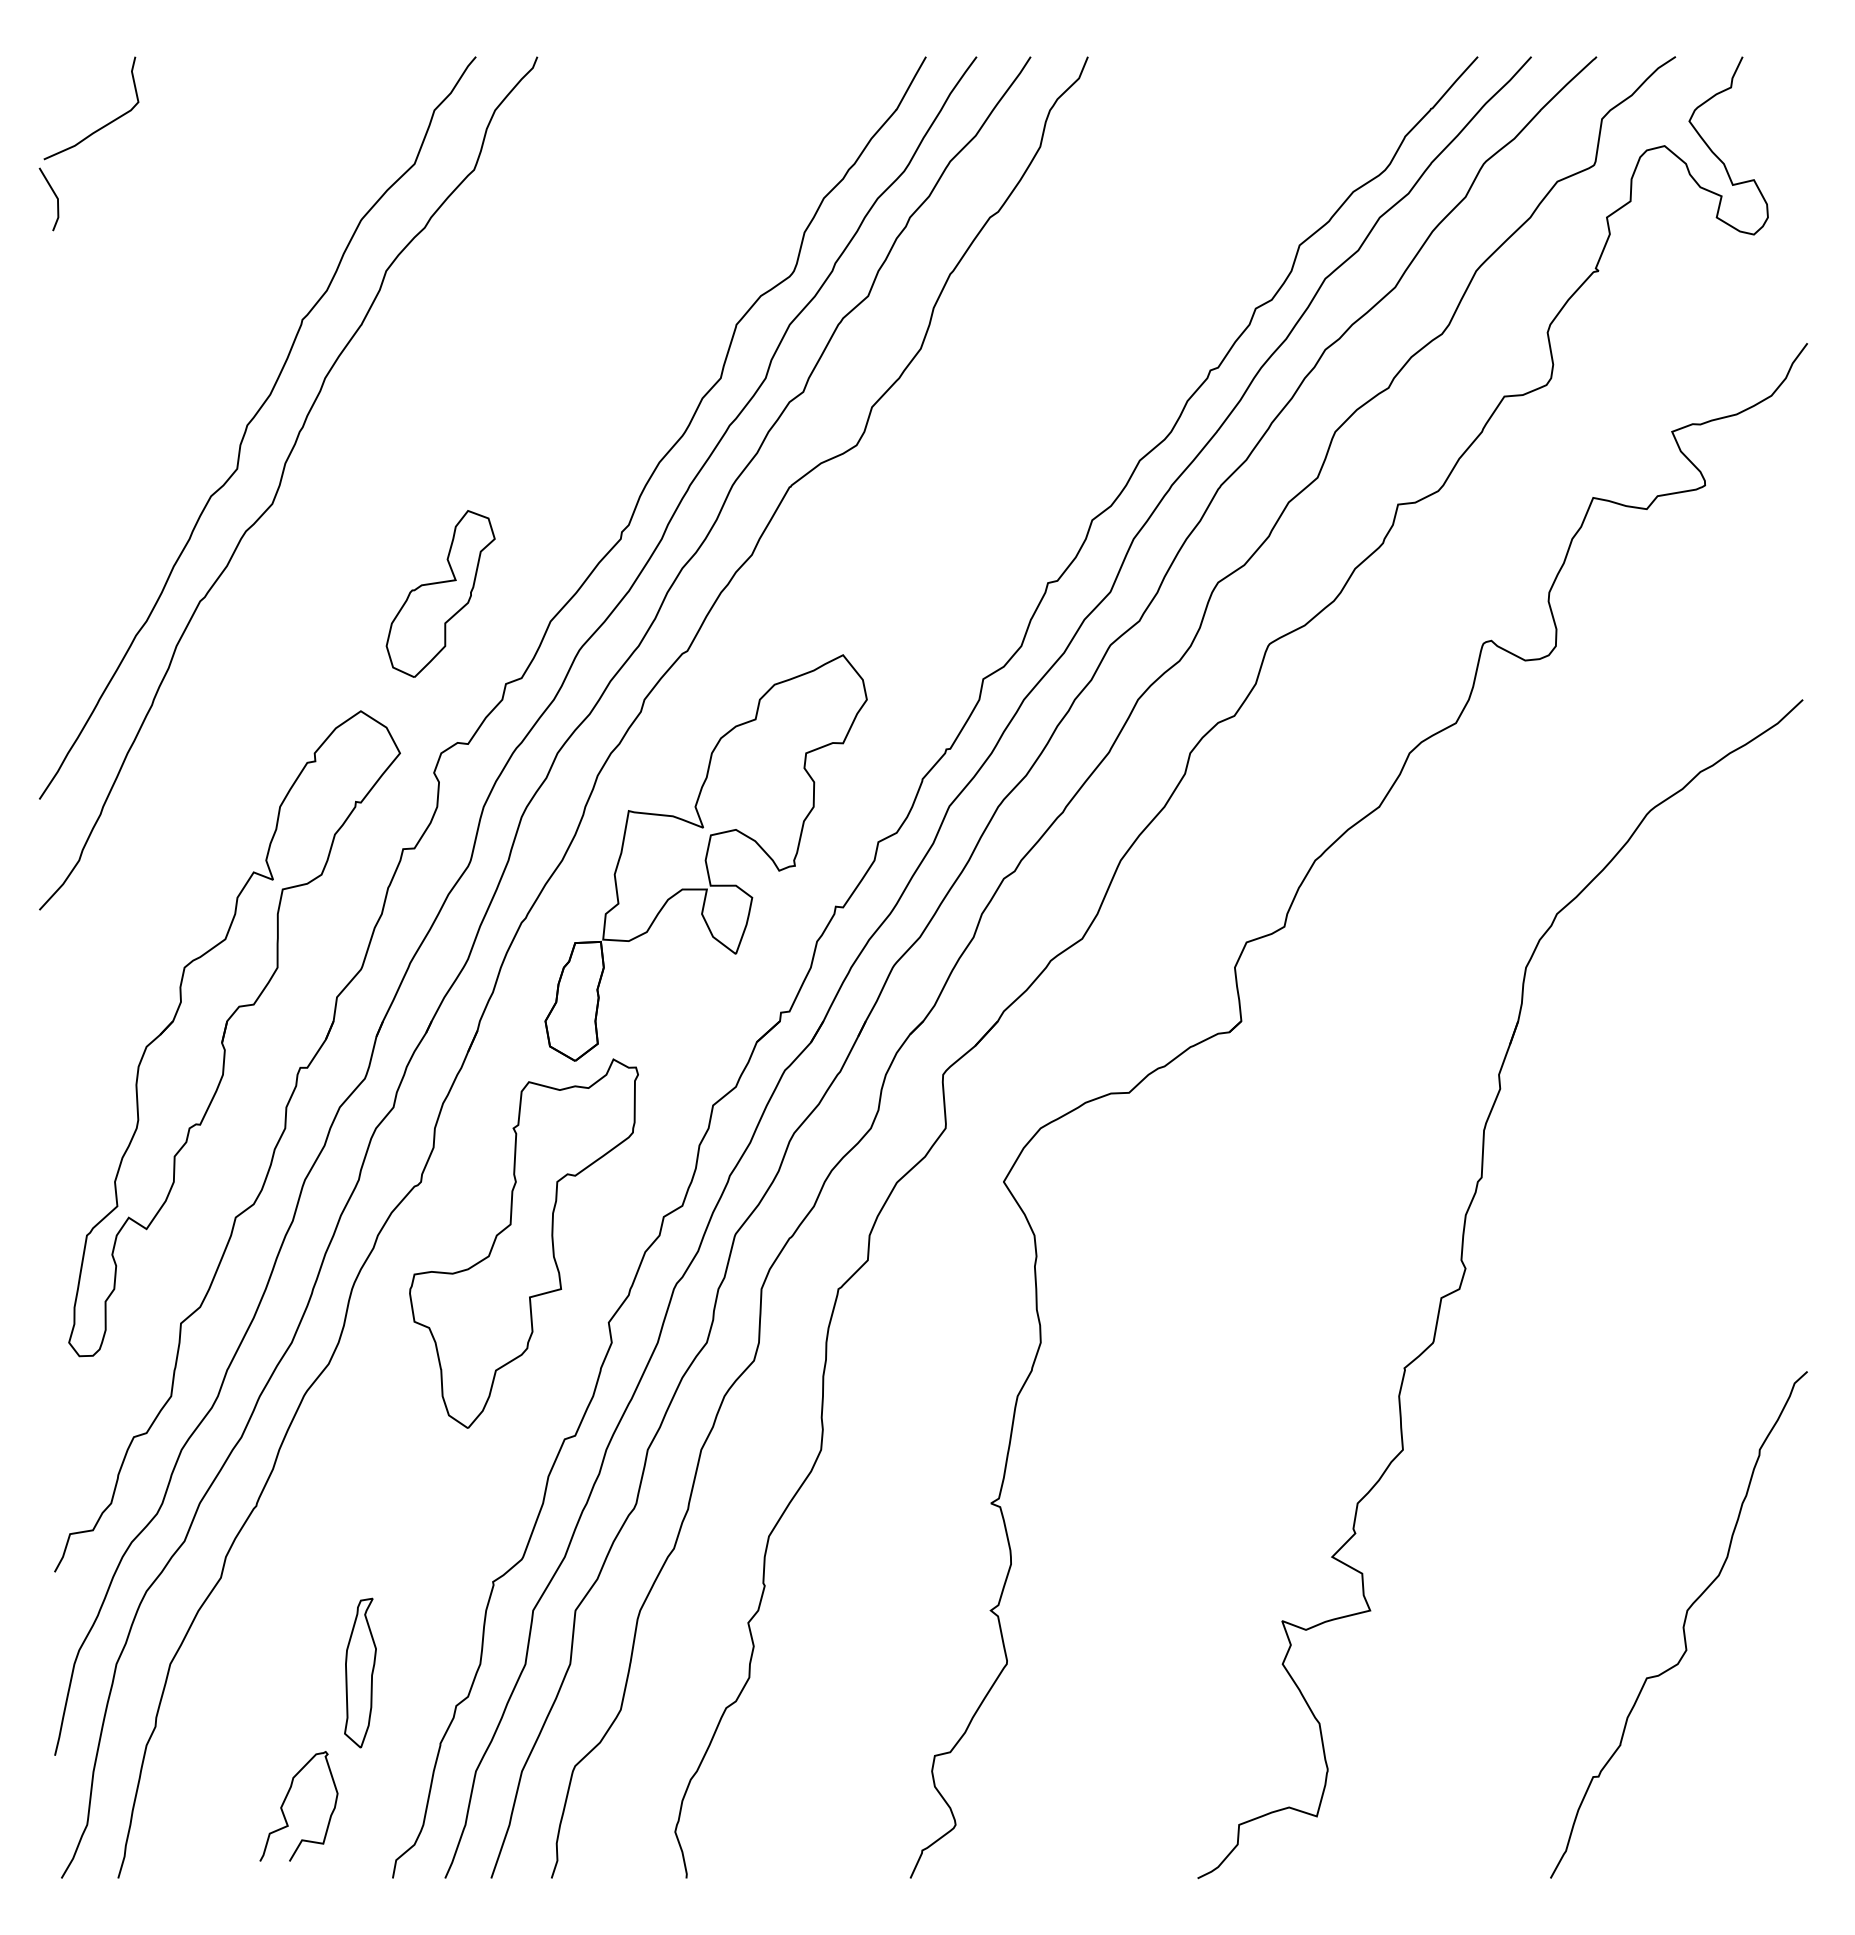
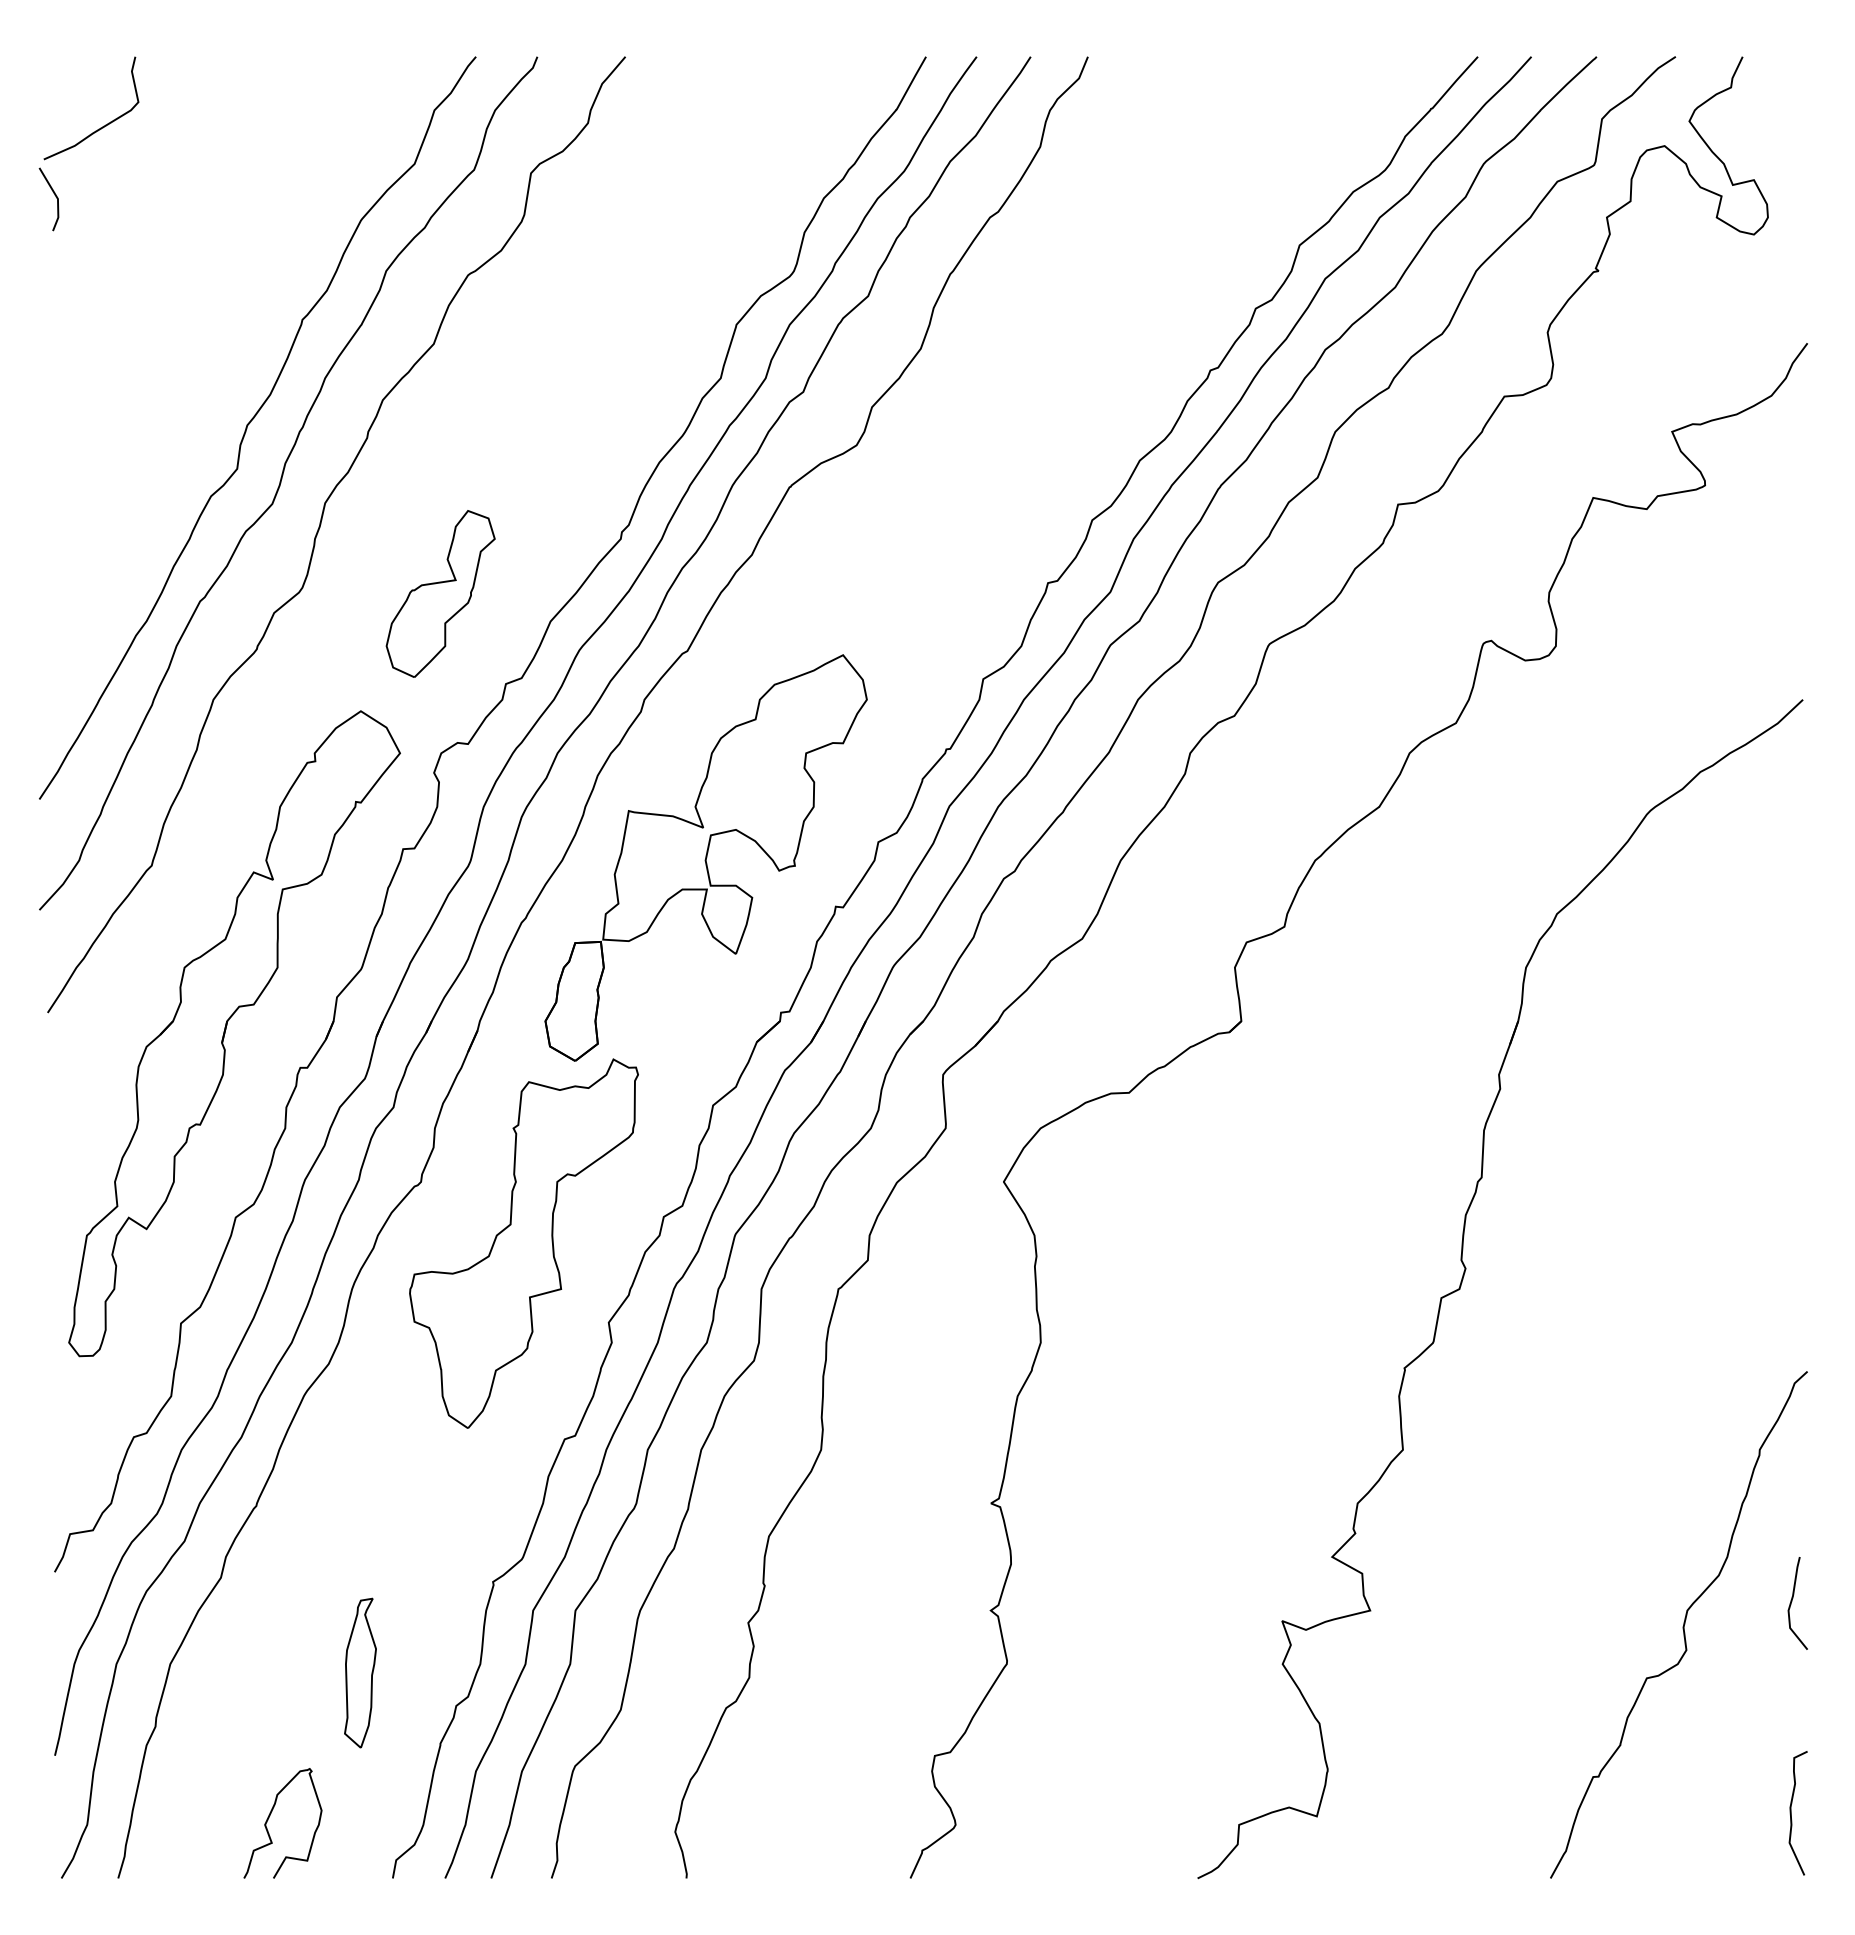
curve at (320, 527): none -> present
curve at (1792, 1601): none -> present
curve at (285, 1801) position: (285, 1801) -> (269, 1818)
curve at (1791, 1813): none -> present
